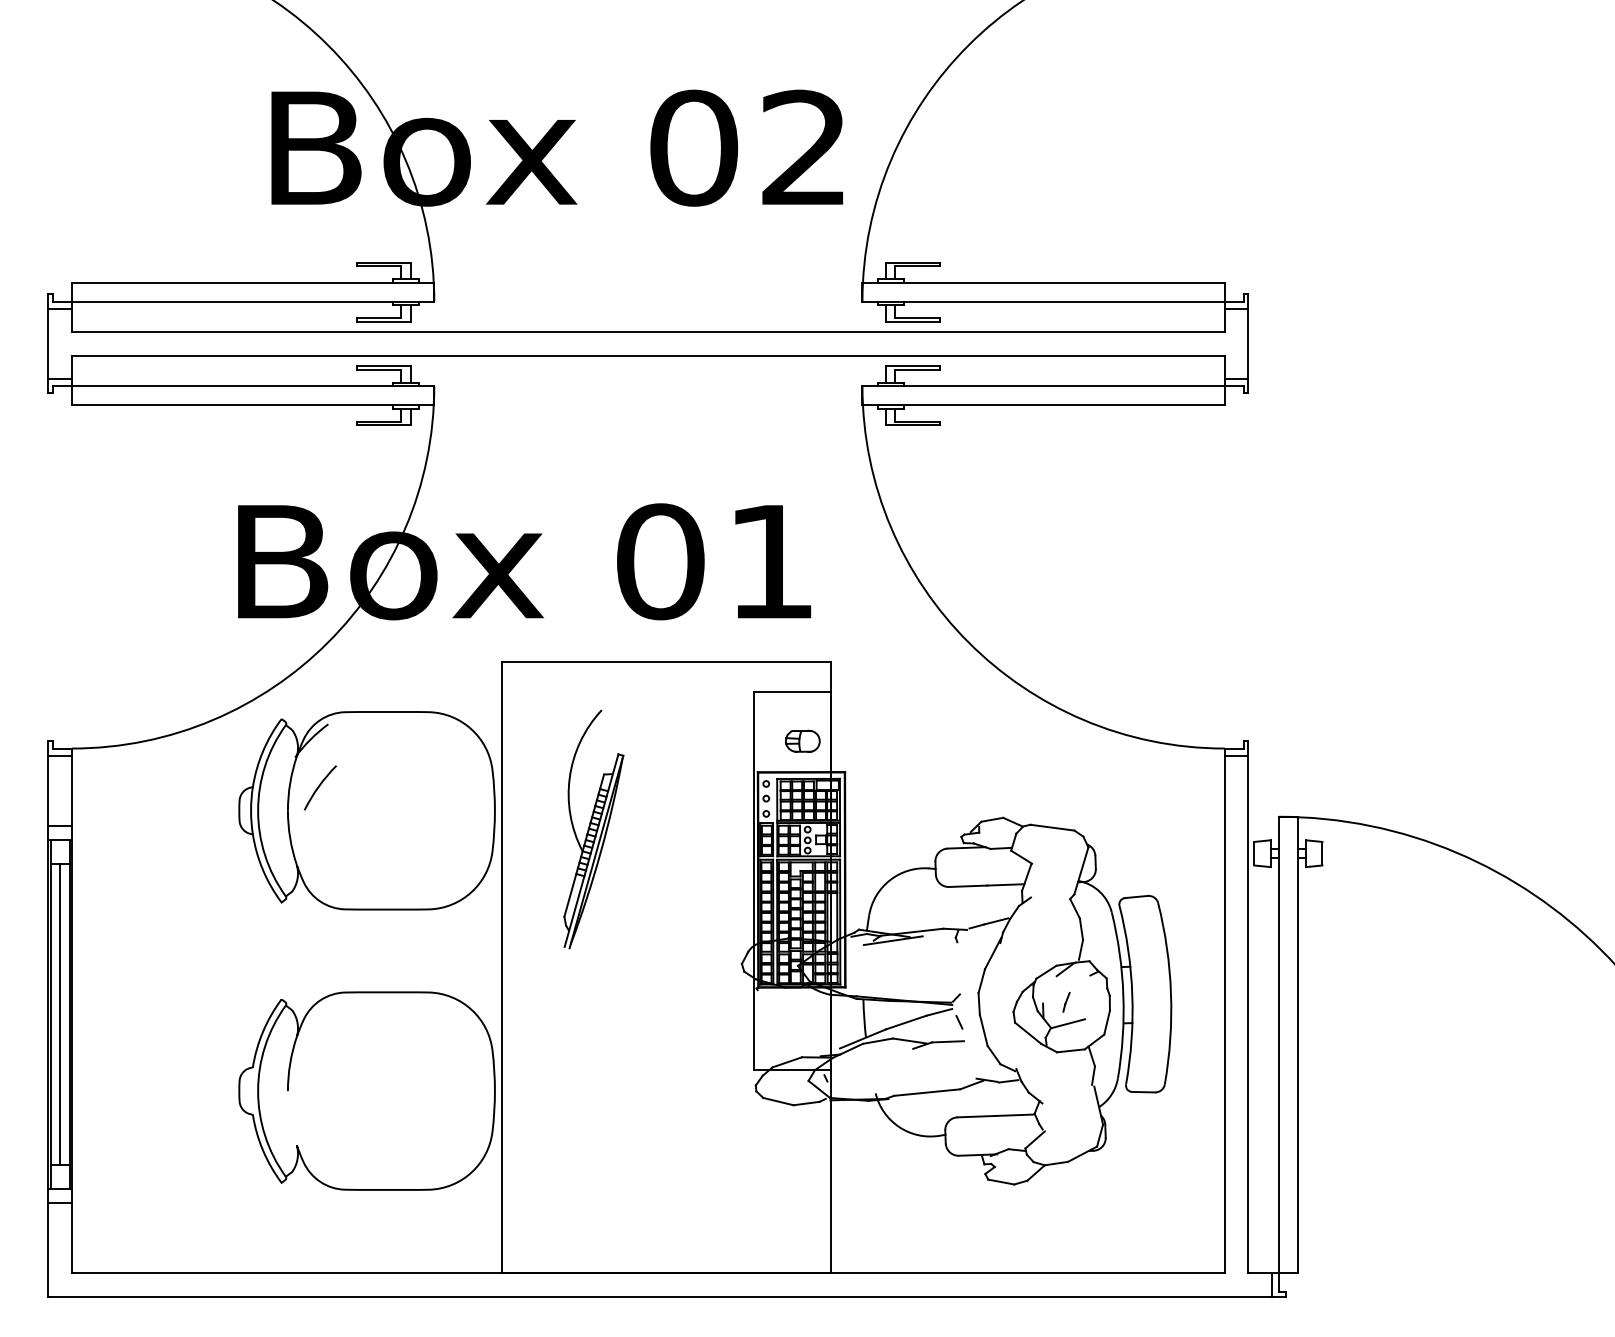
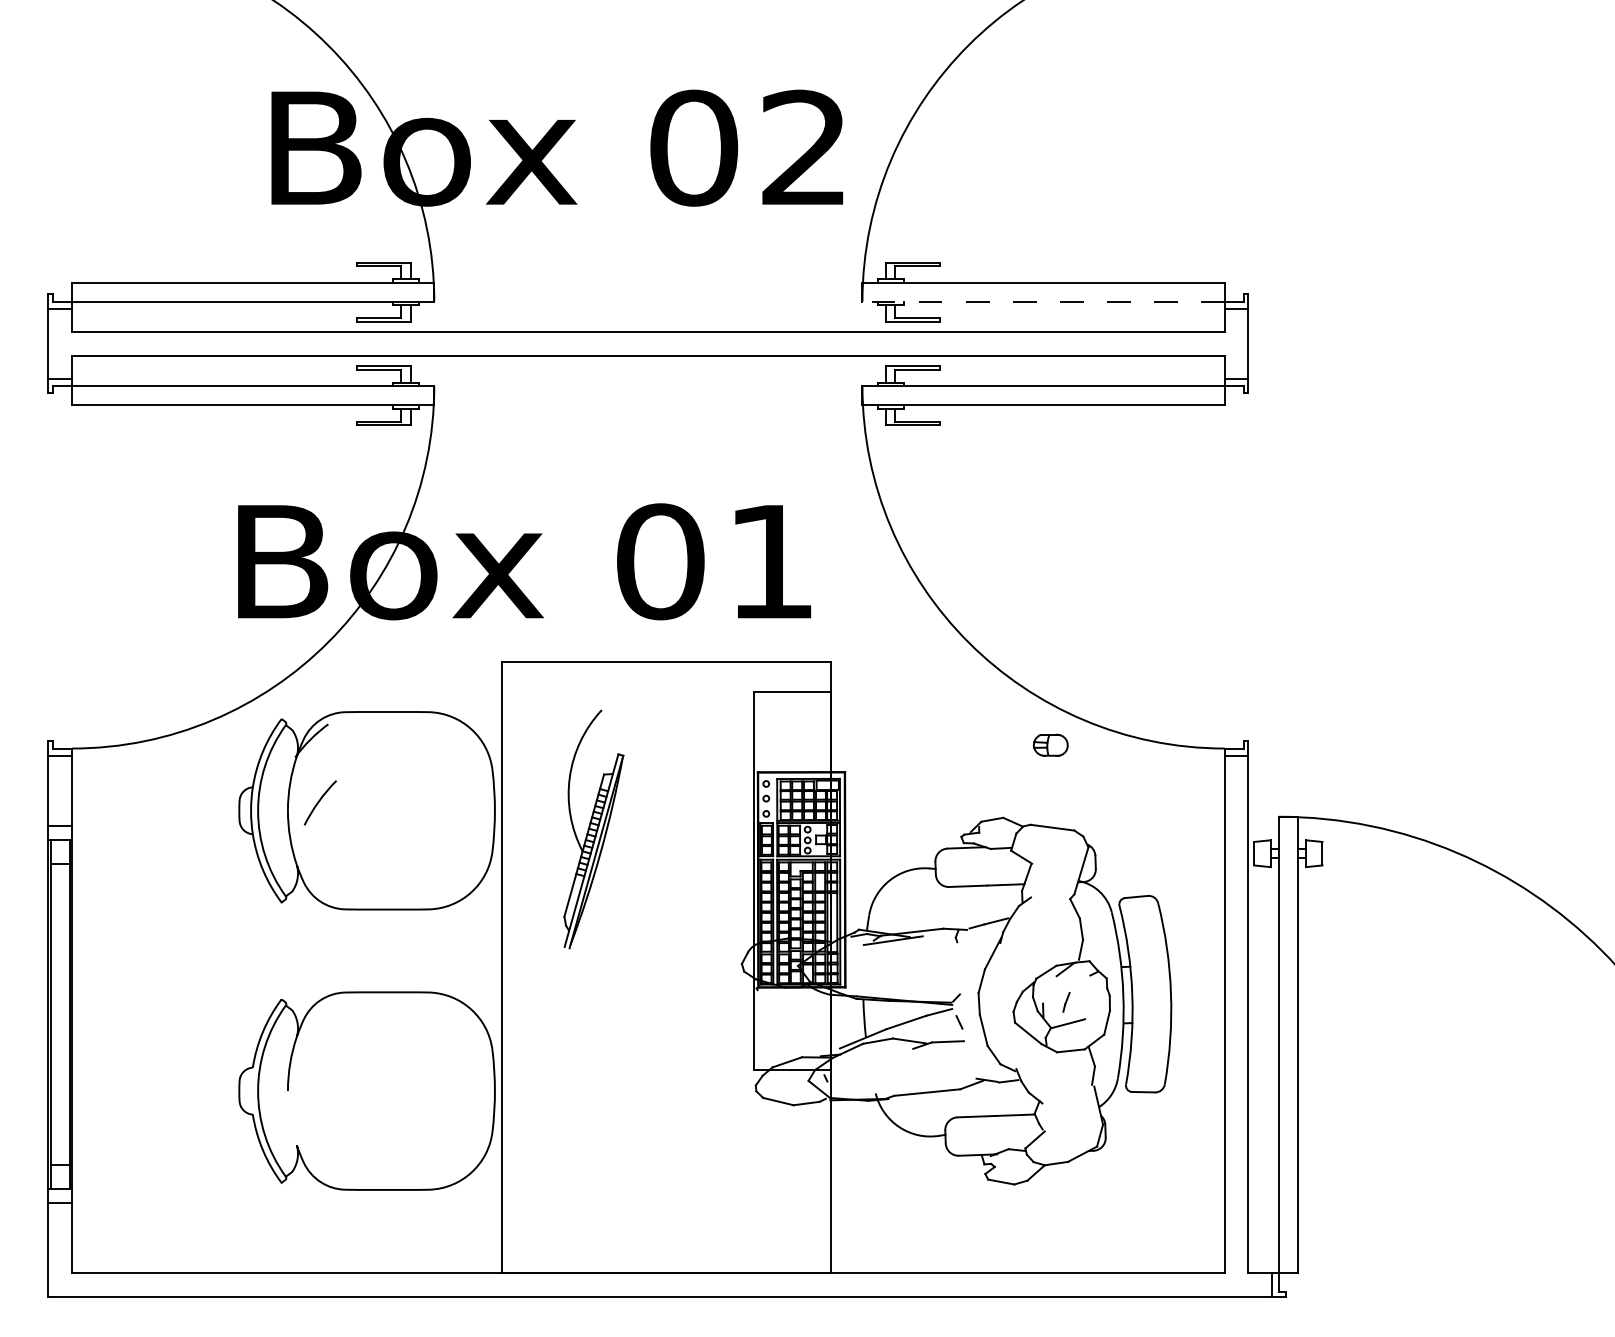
line at (1043, 301): solid -> dashed
part at (802, 740) position: (802, 740) -> (1050, 744)
arc at (319, 787) position: (319, 787) -> (319, 802)
line at (60, 1013): present -> none
